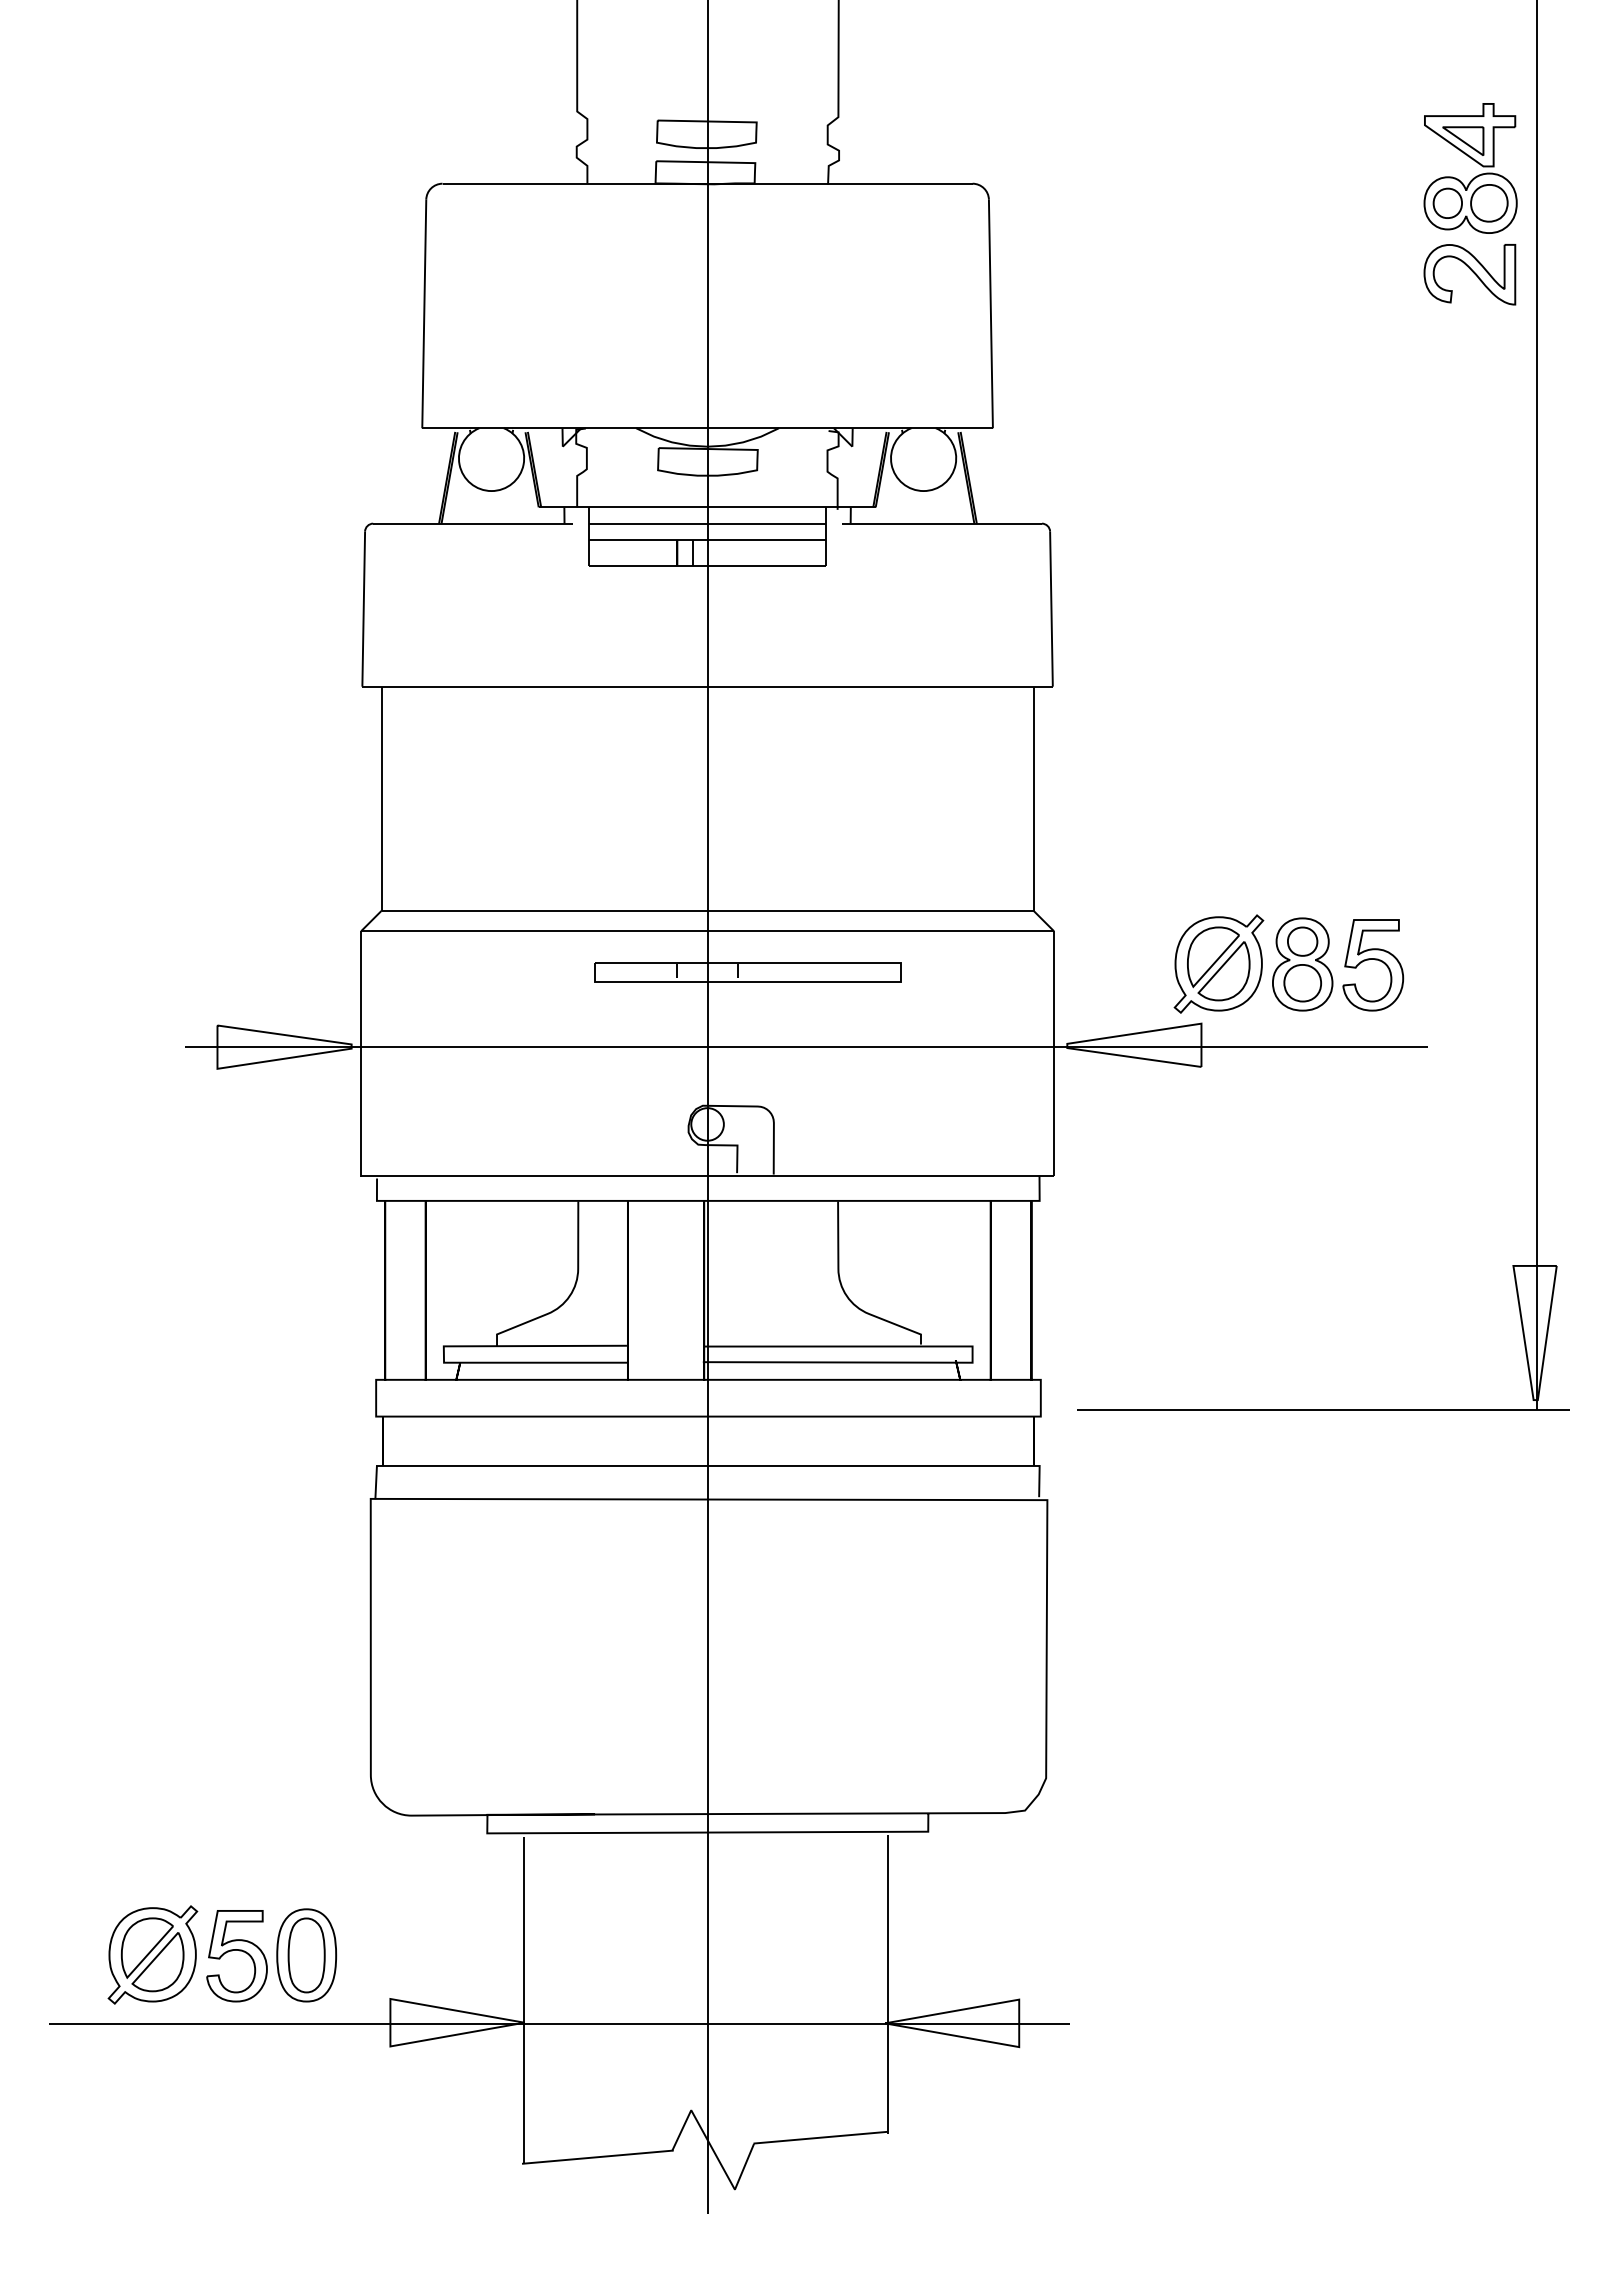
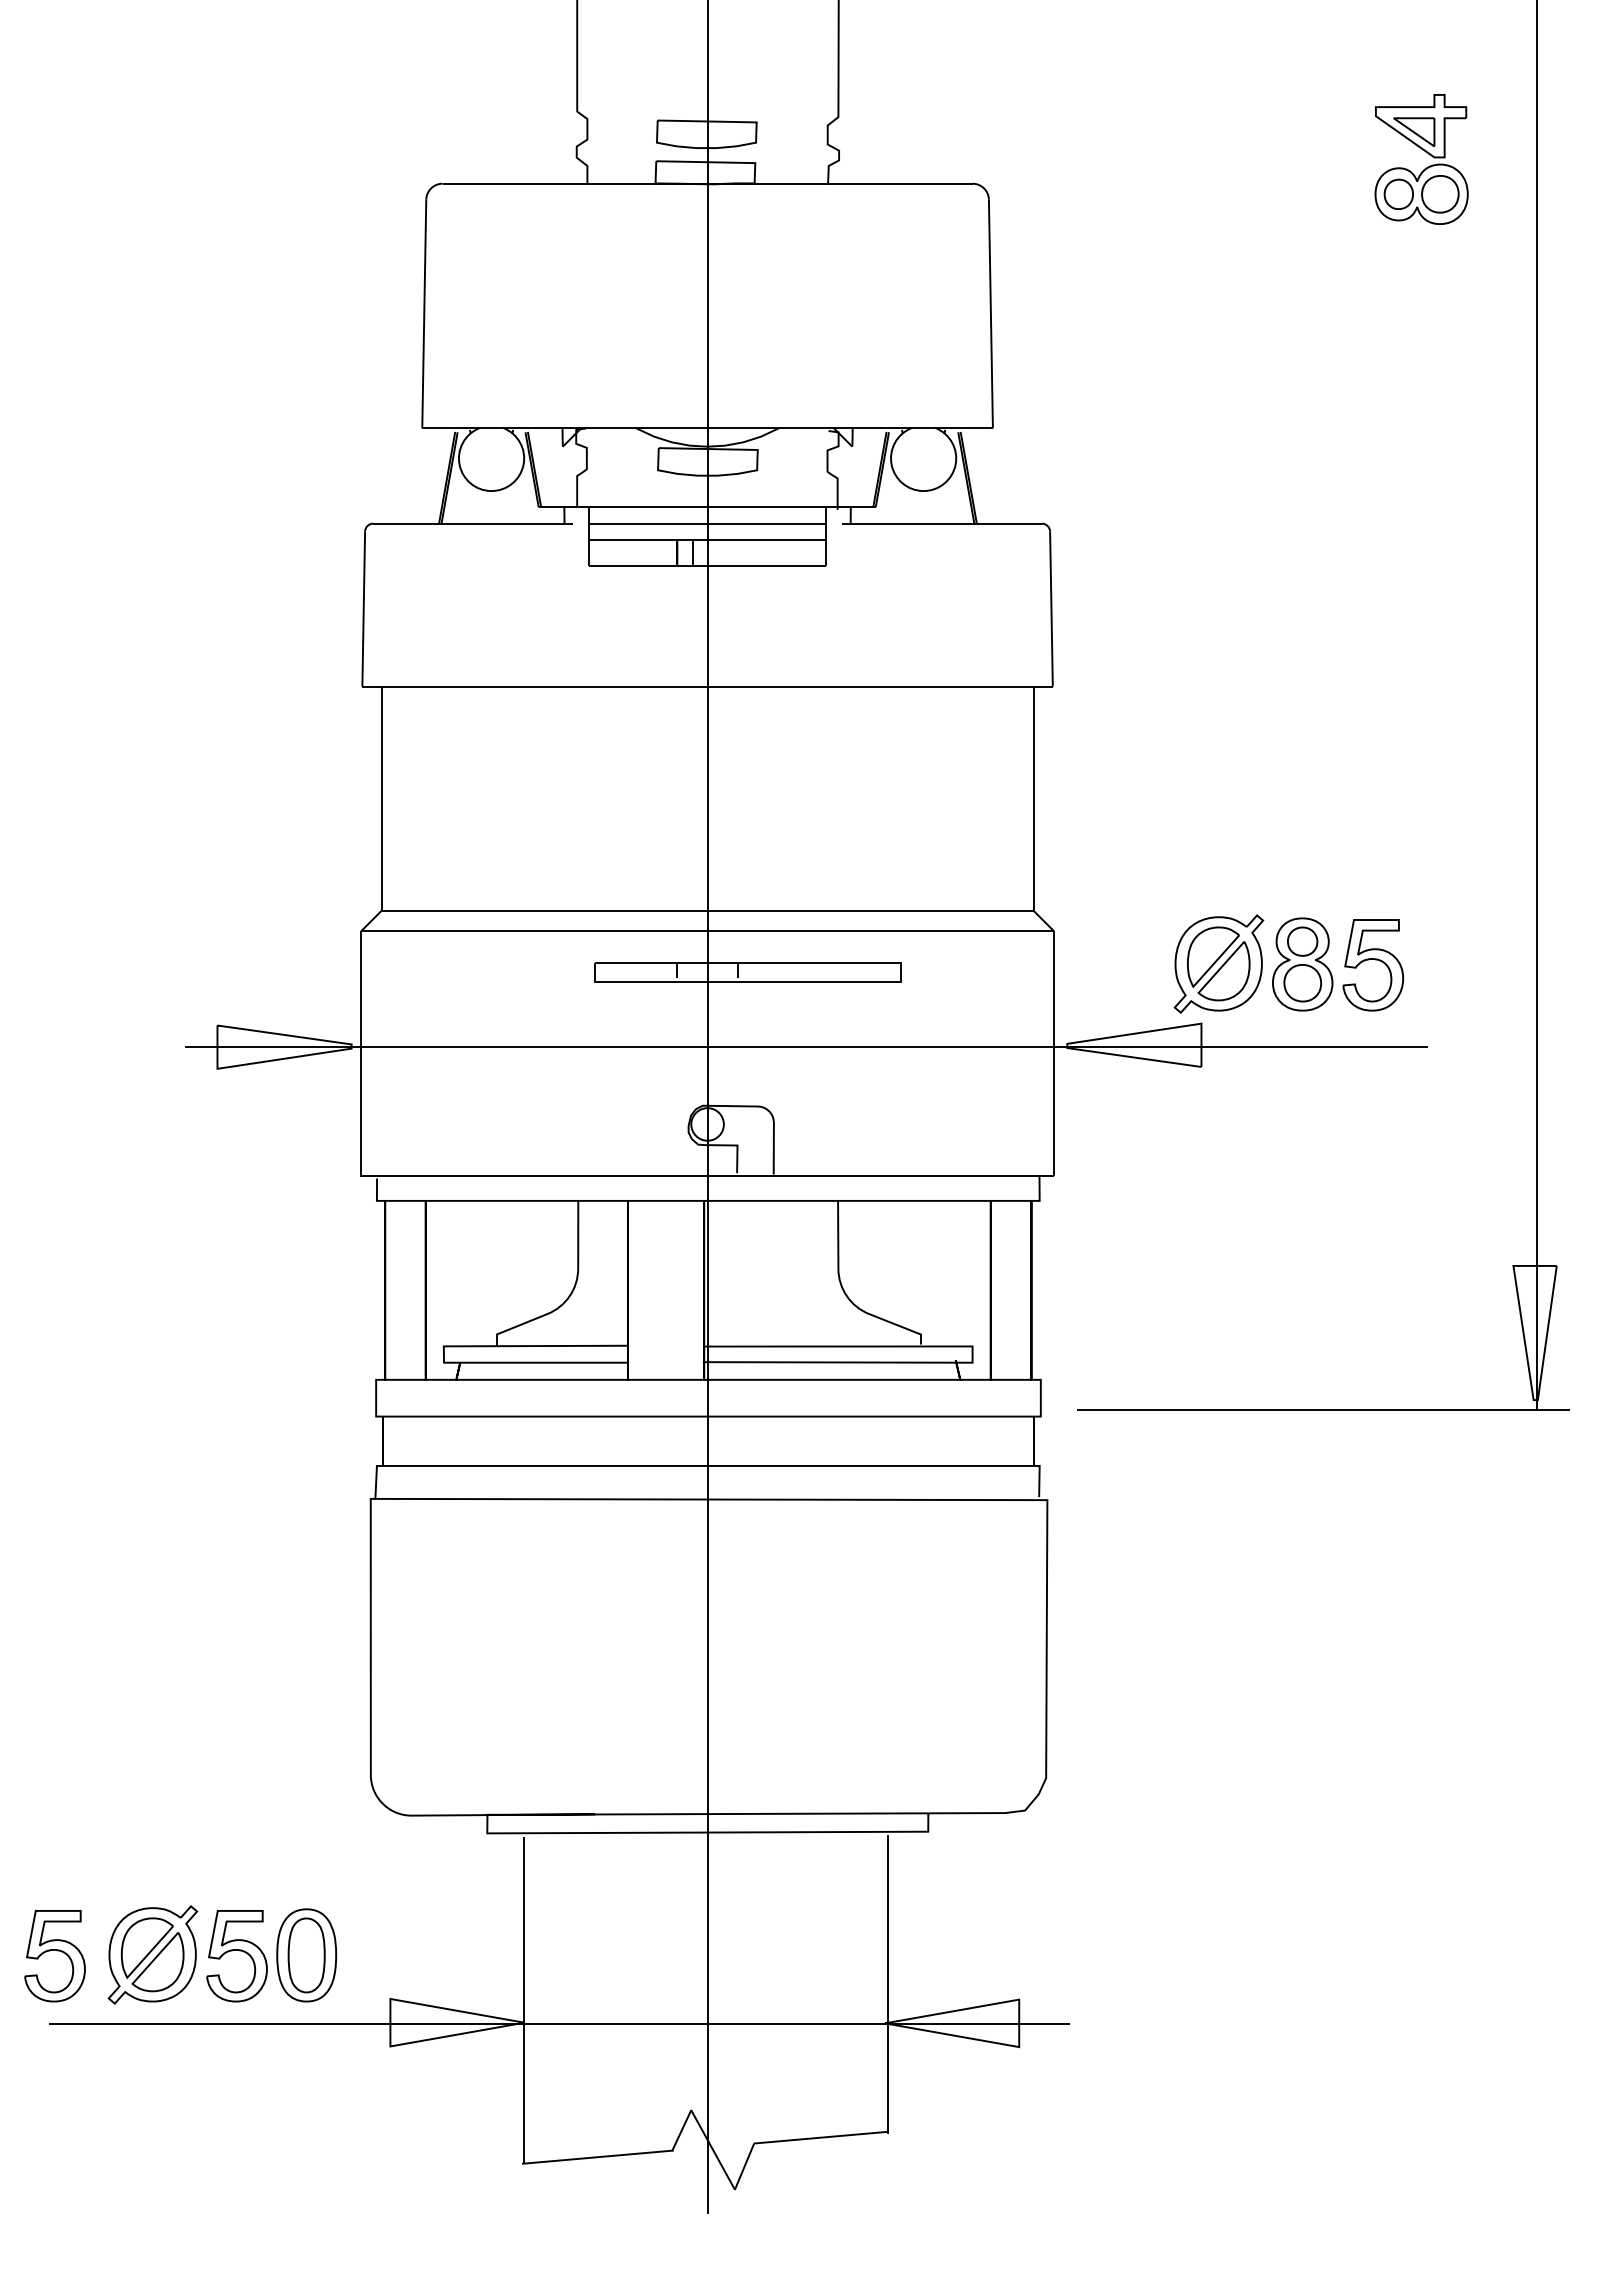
part at (1474, 161) position: (1474, 161) -> (1425, 152)
part at (1469, 274): present -> none
part at (54, 1956): none -> present
